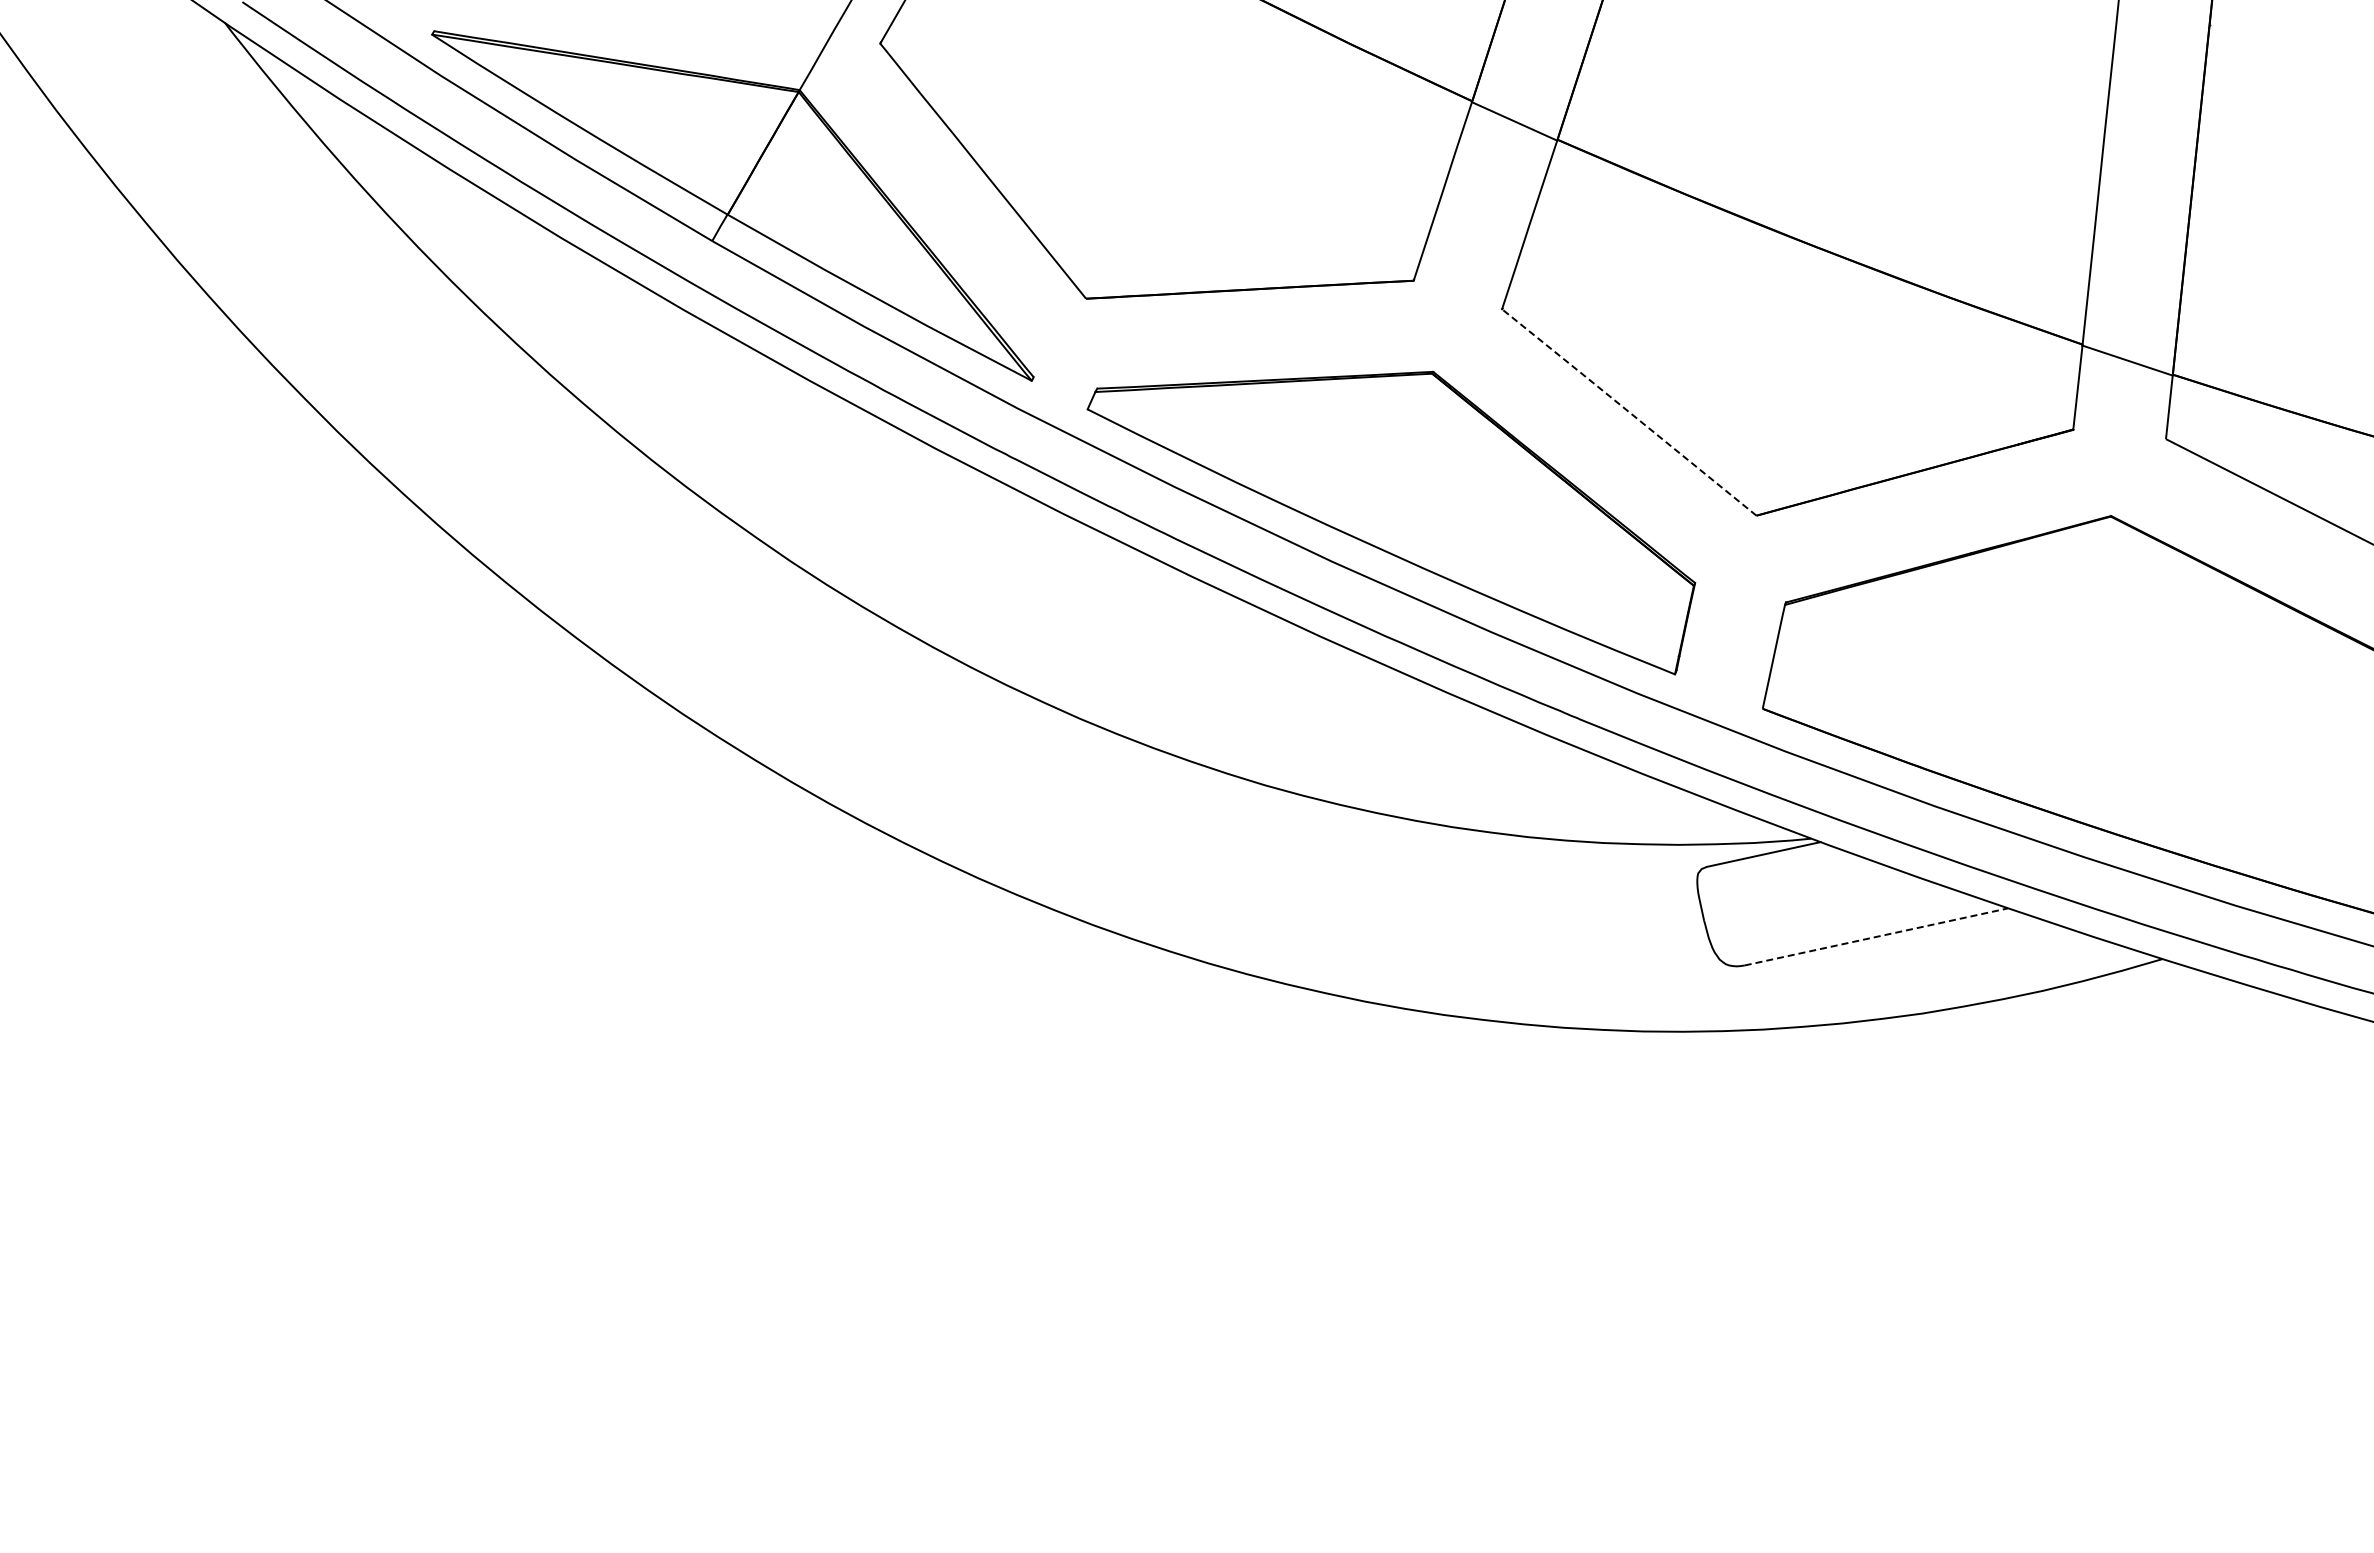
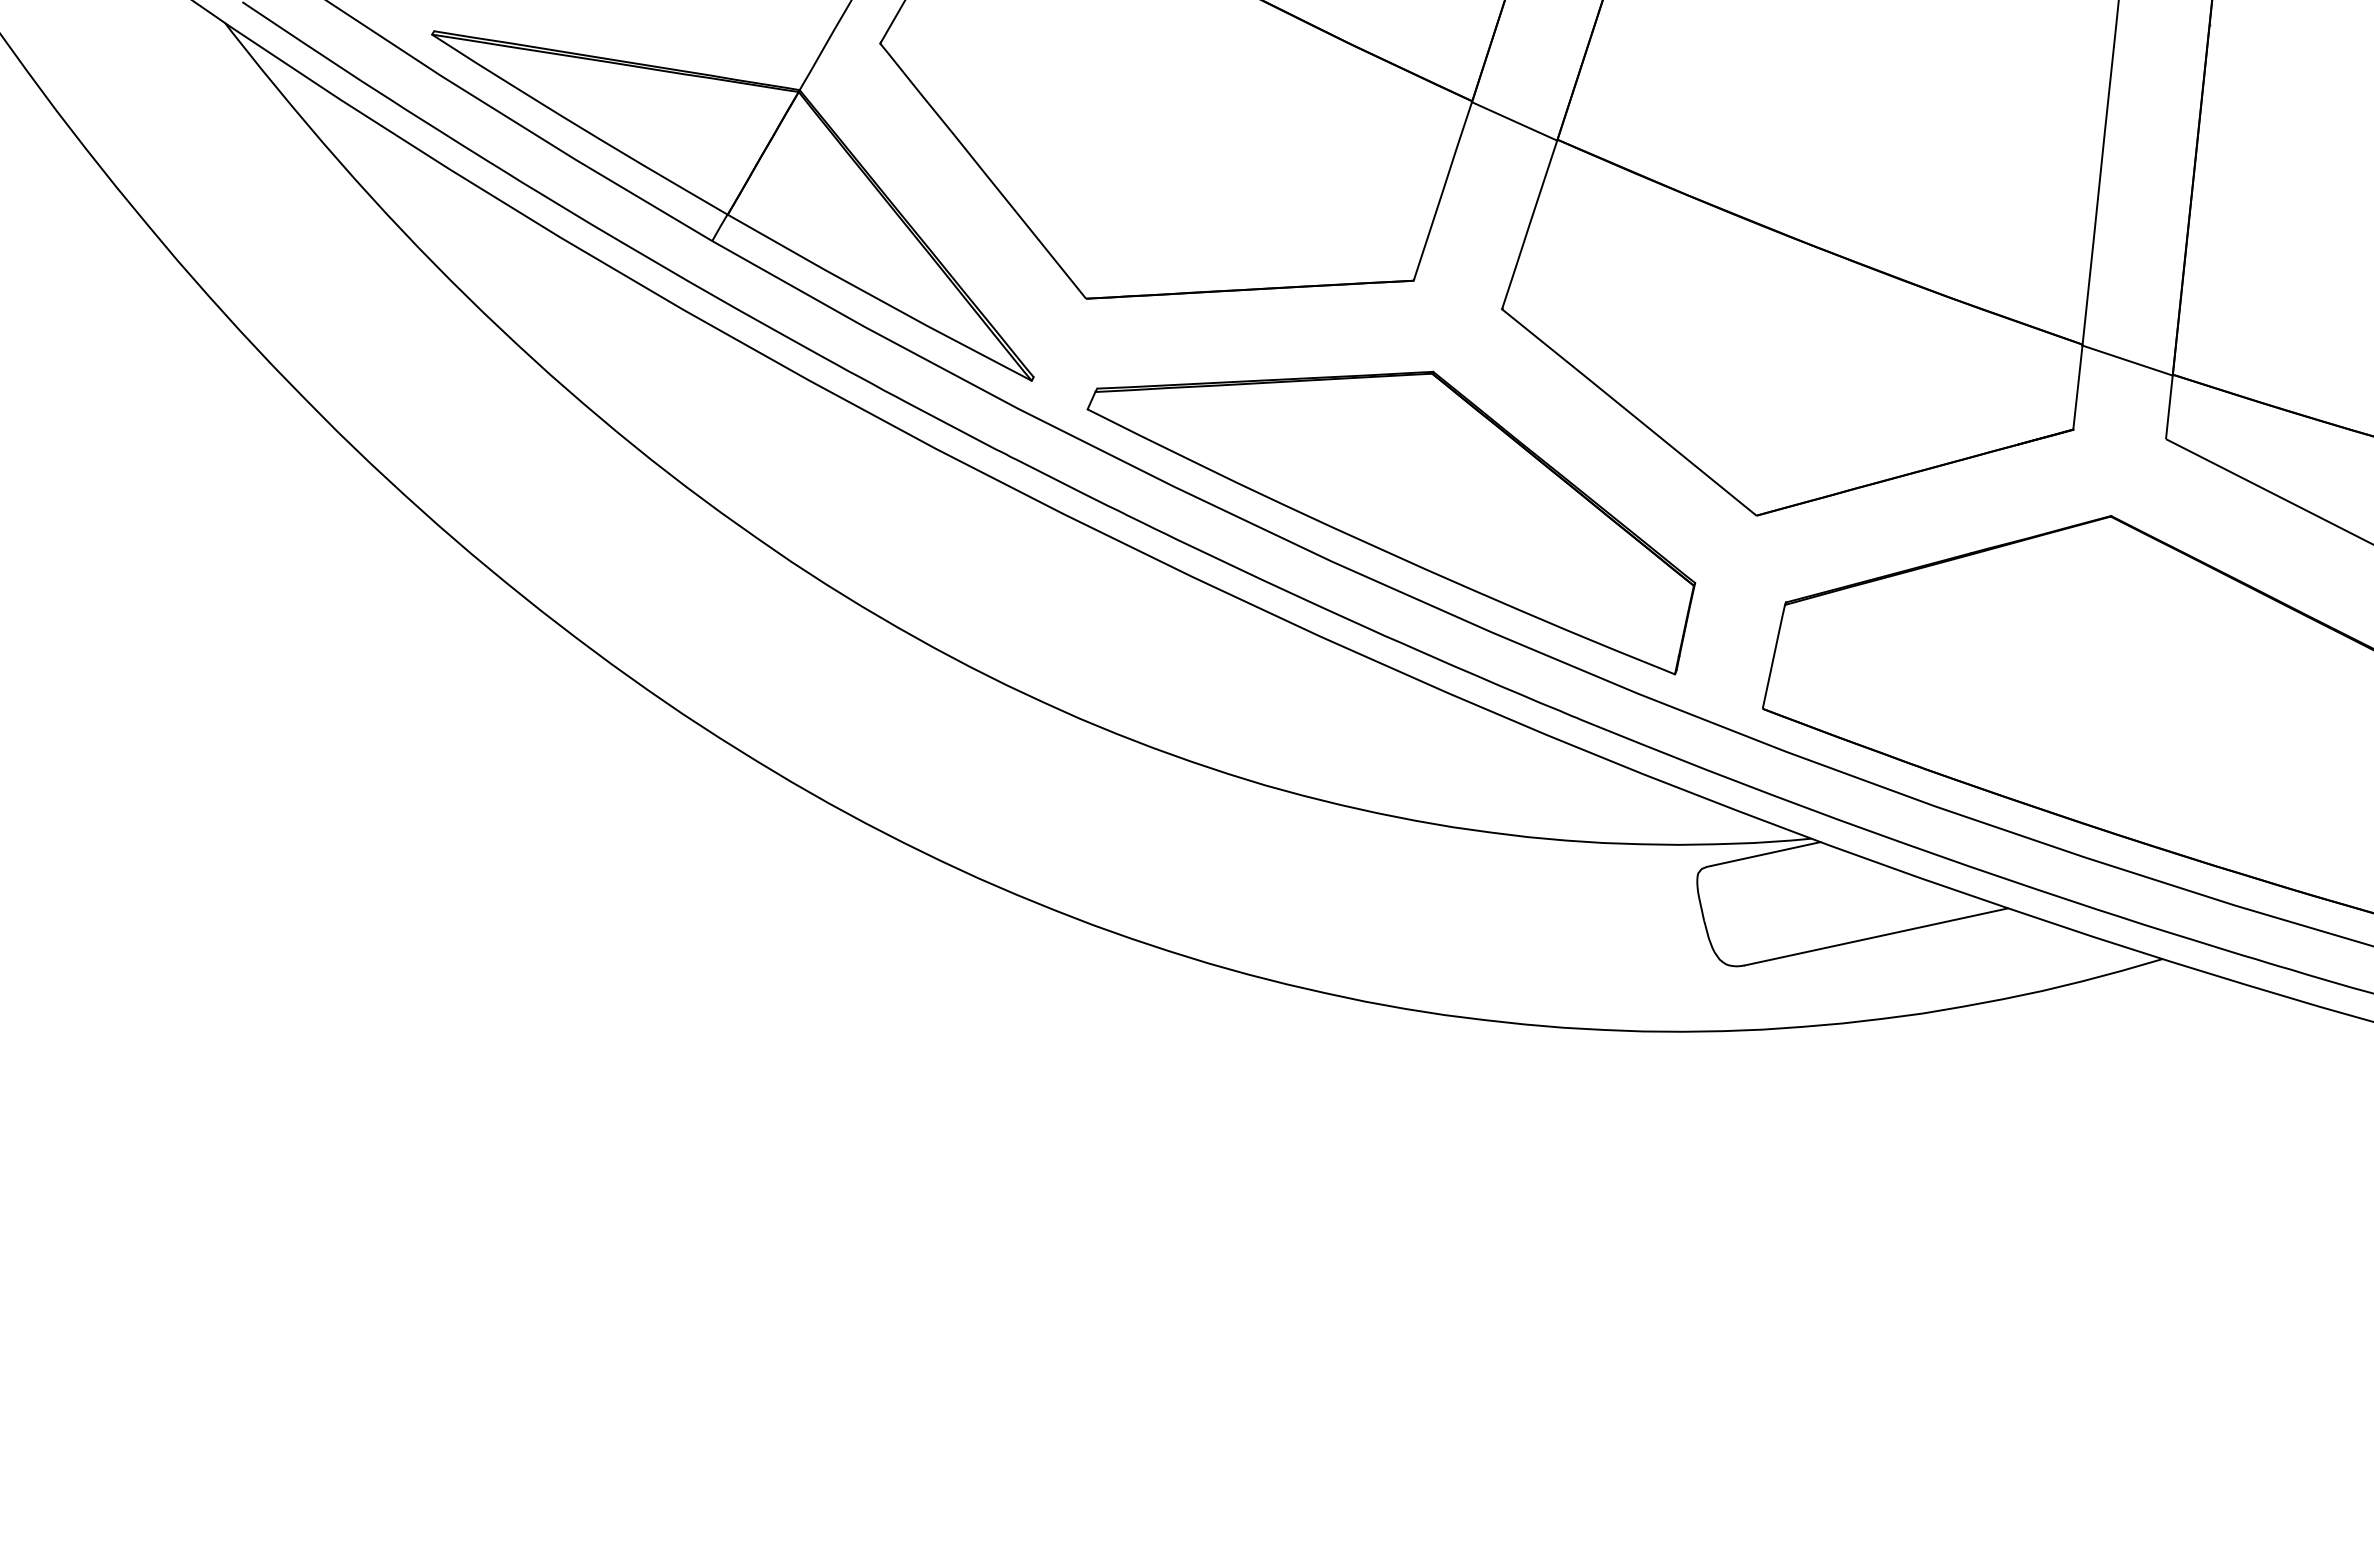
line at (1629, 412): dashed -> solid
line at (1876, 936): dashed -> solid
